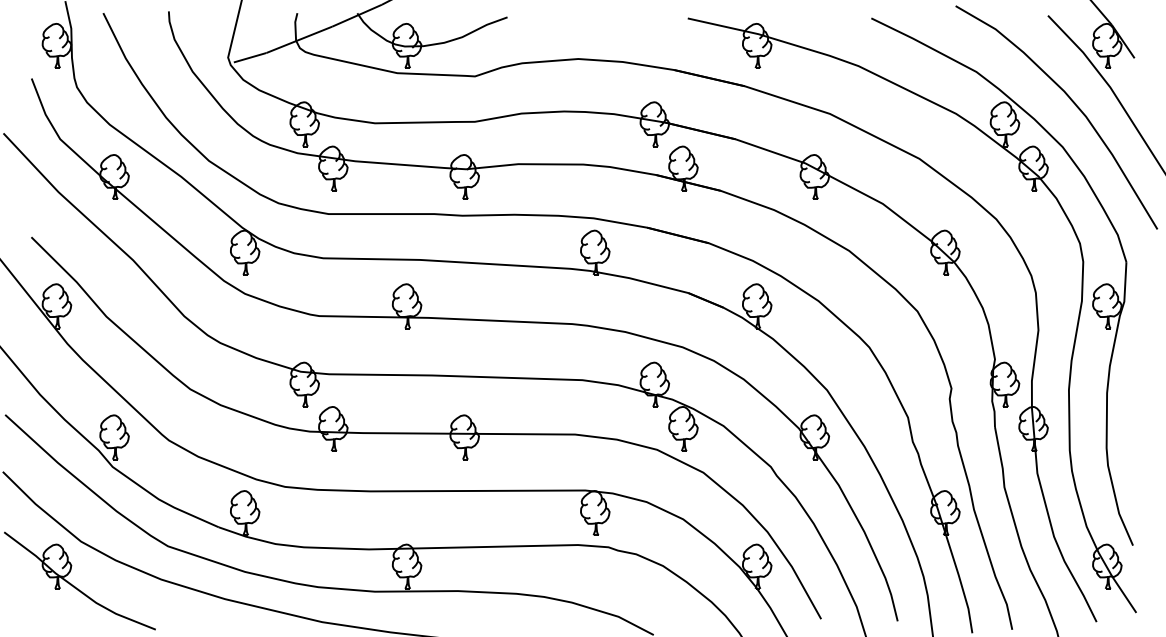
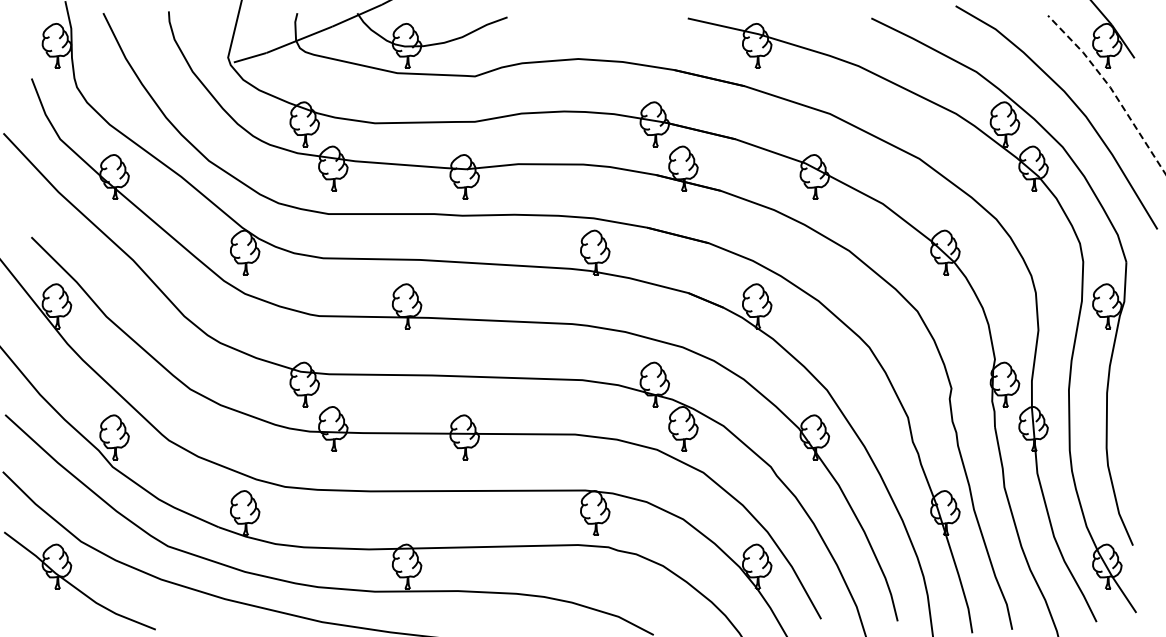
line at (1111, 89): solid -> dashed
